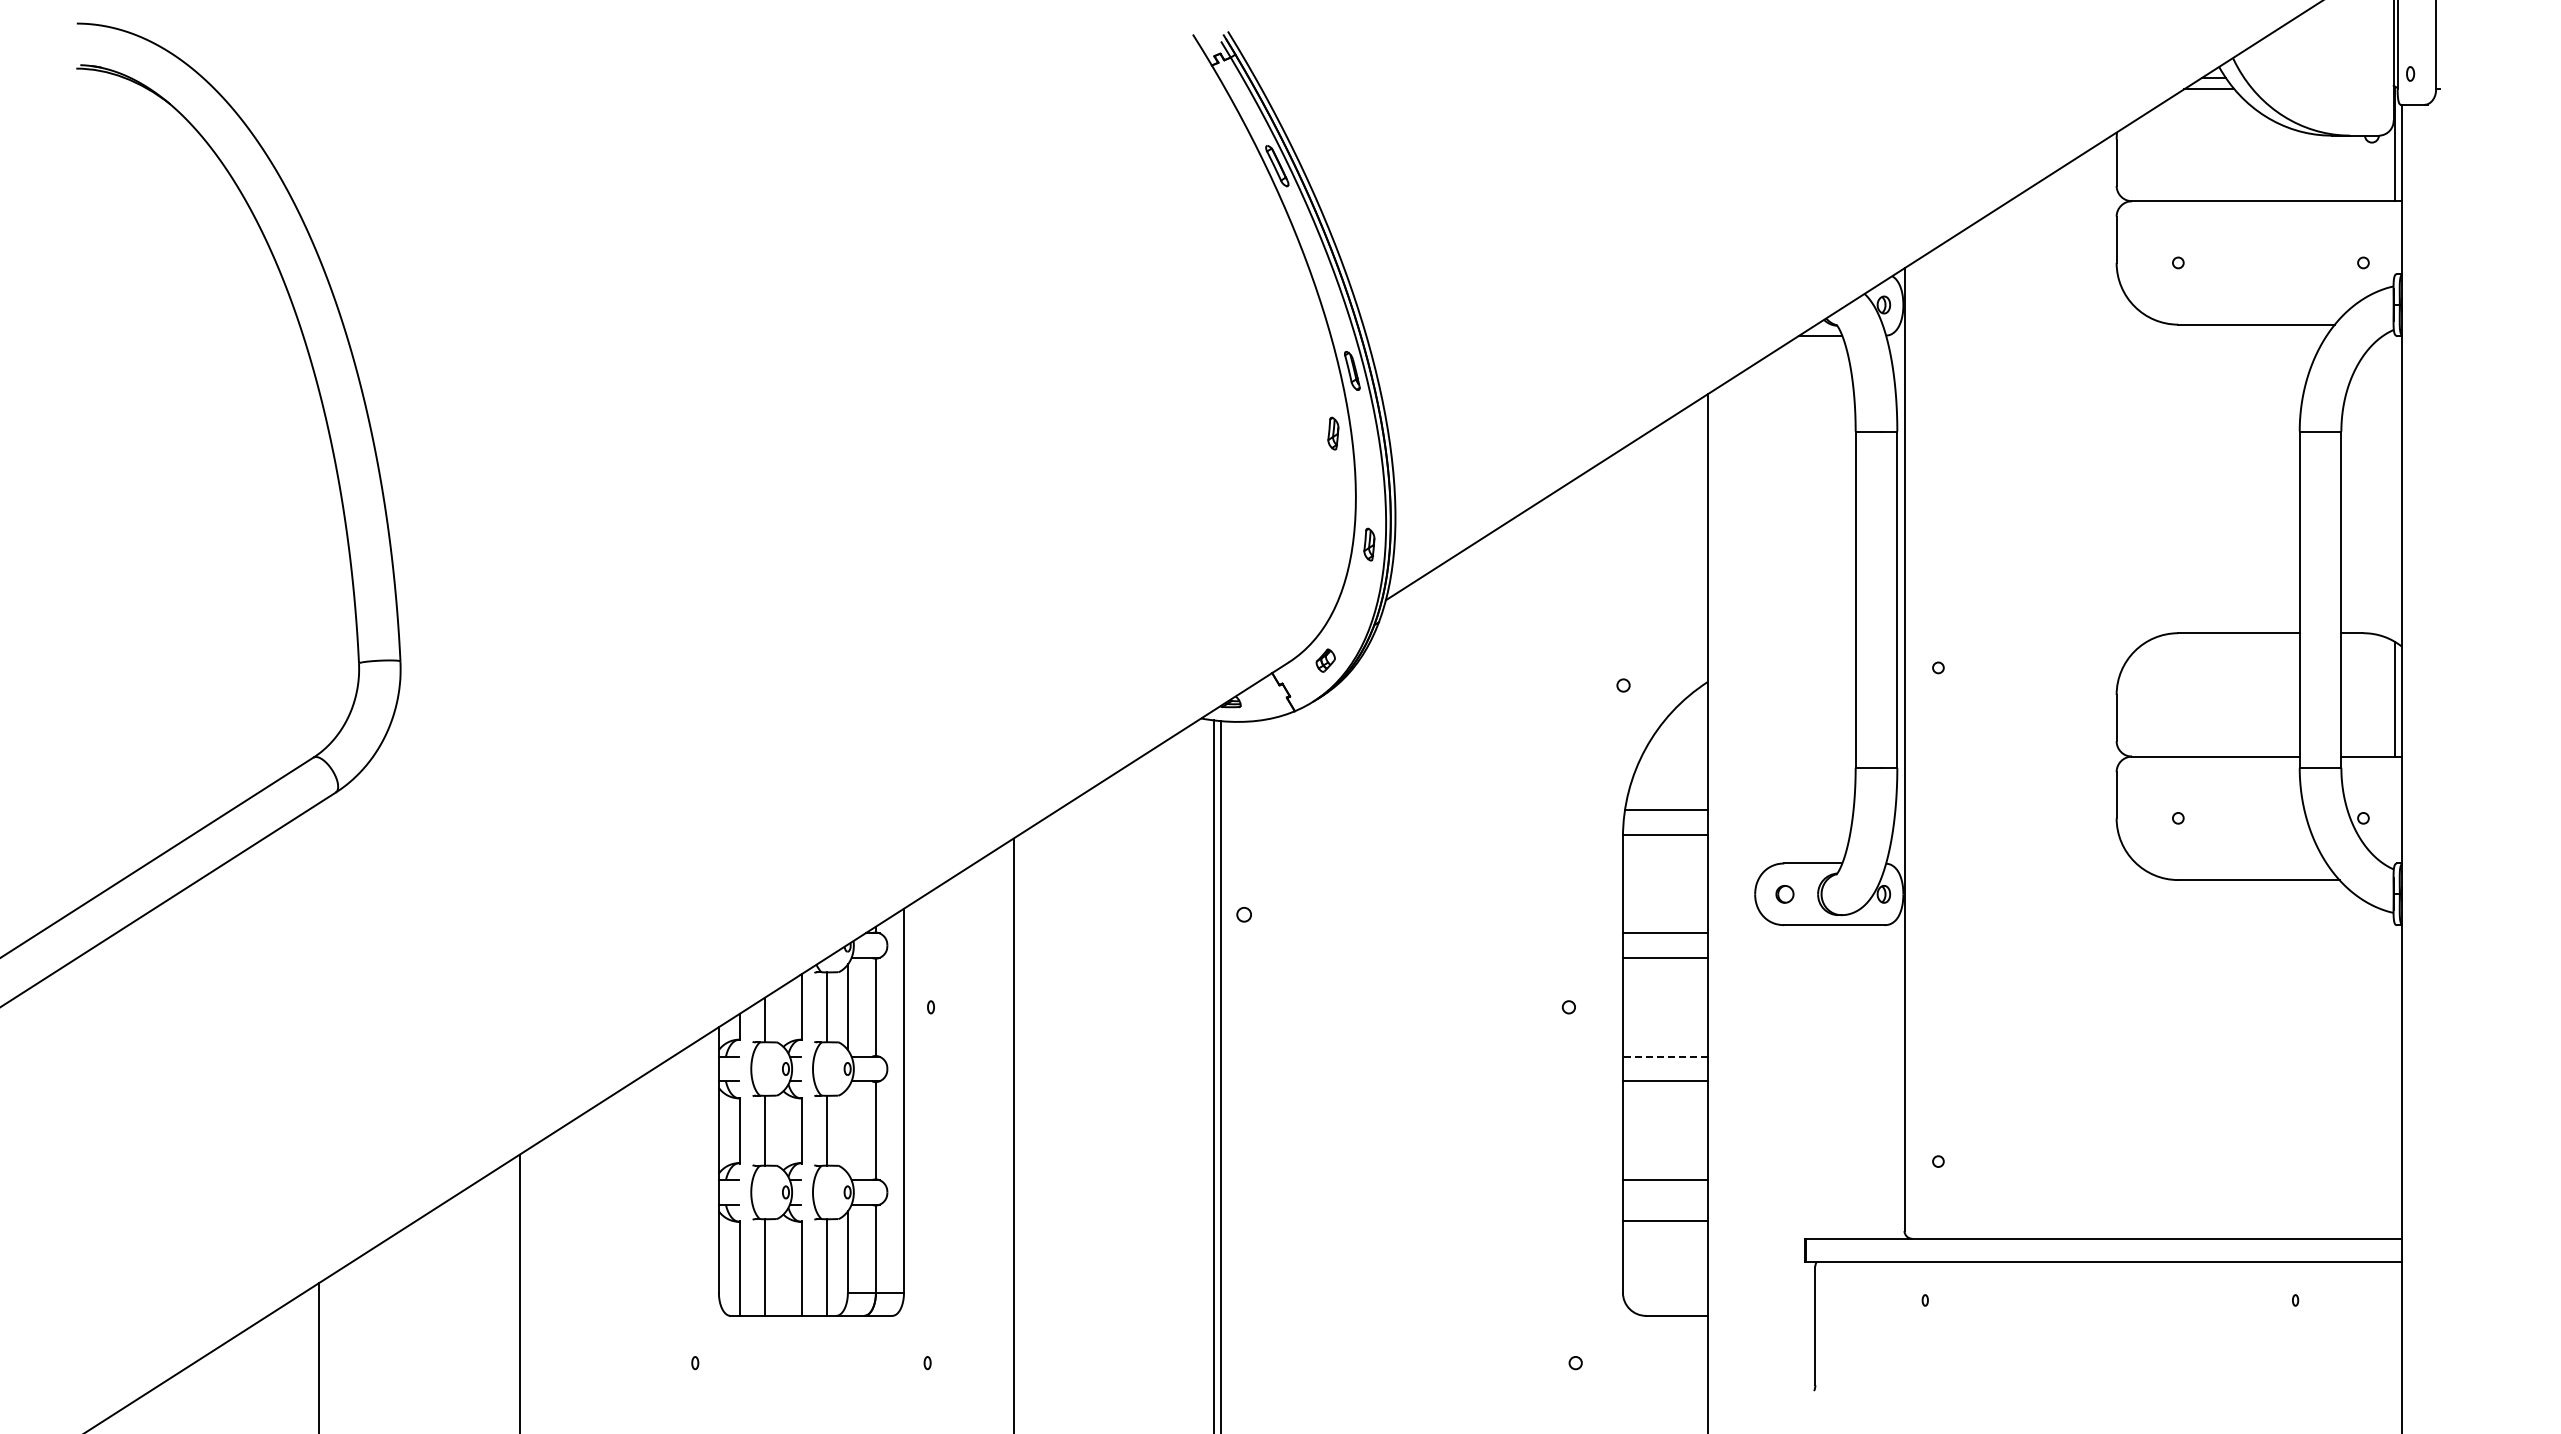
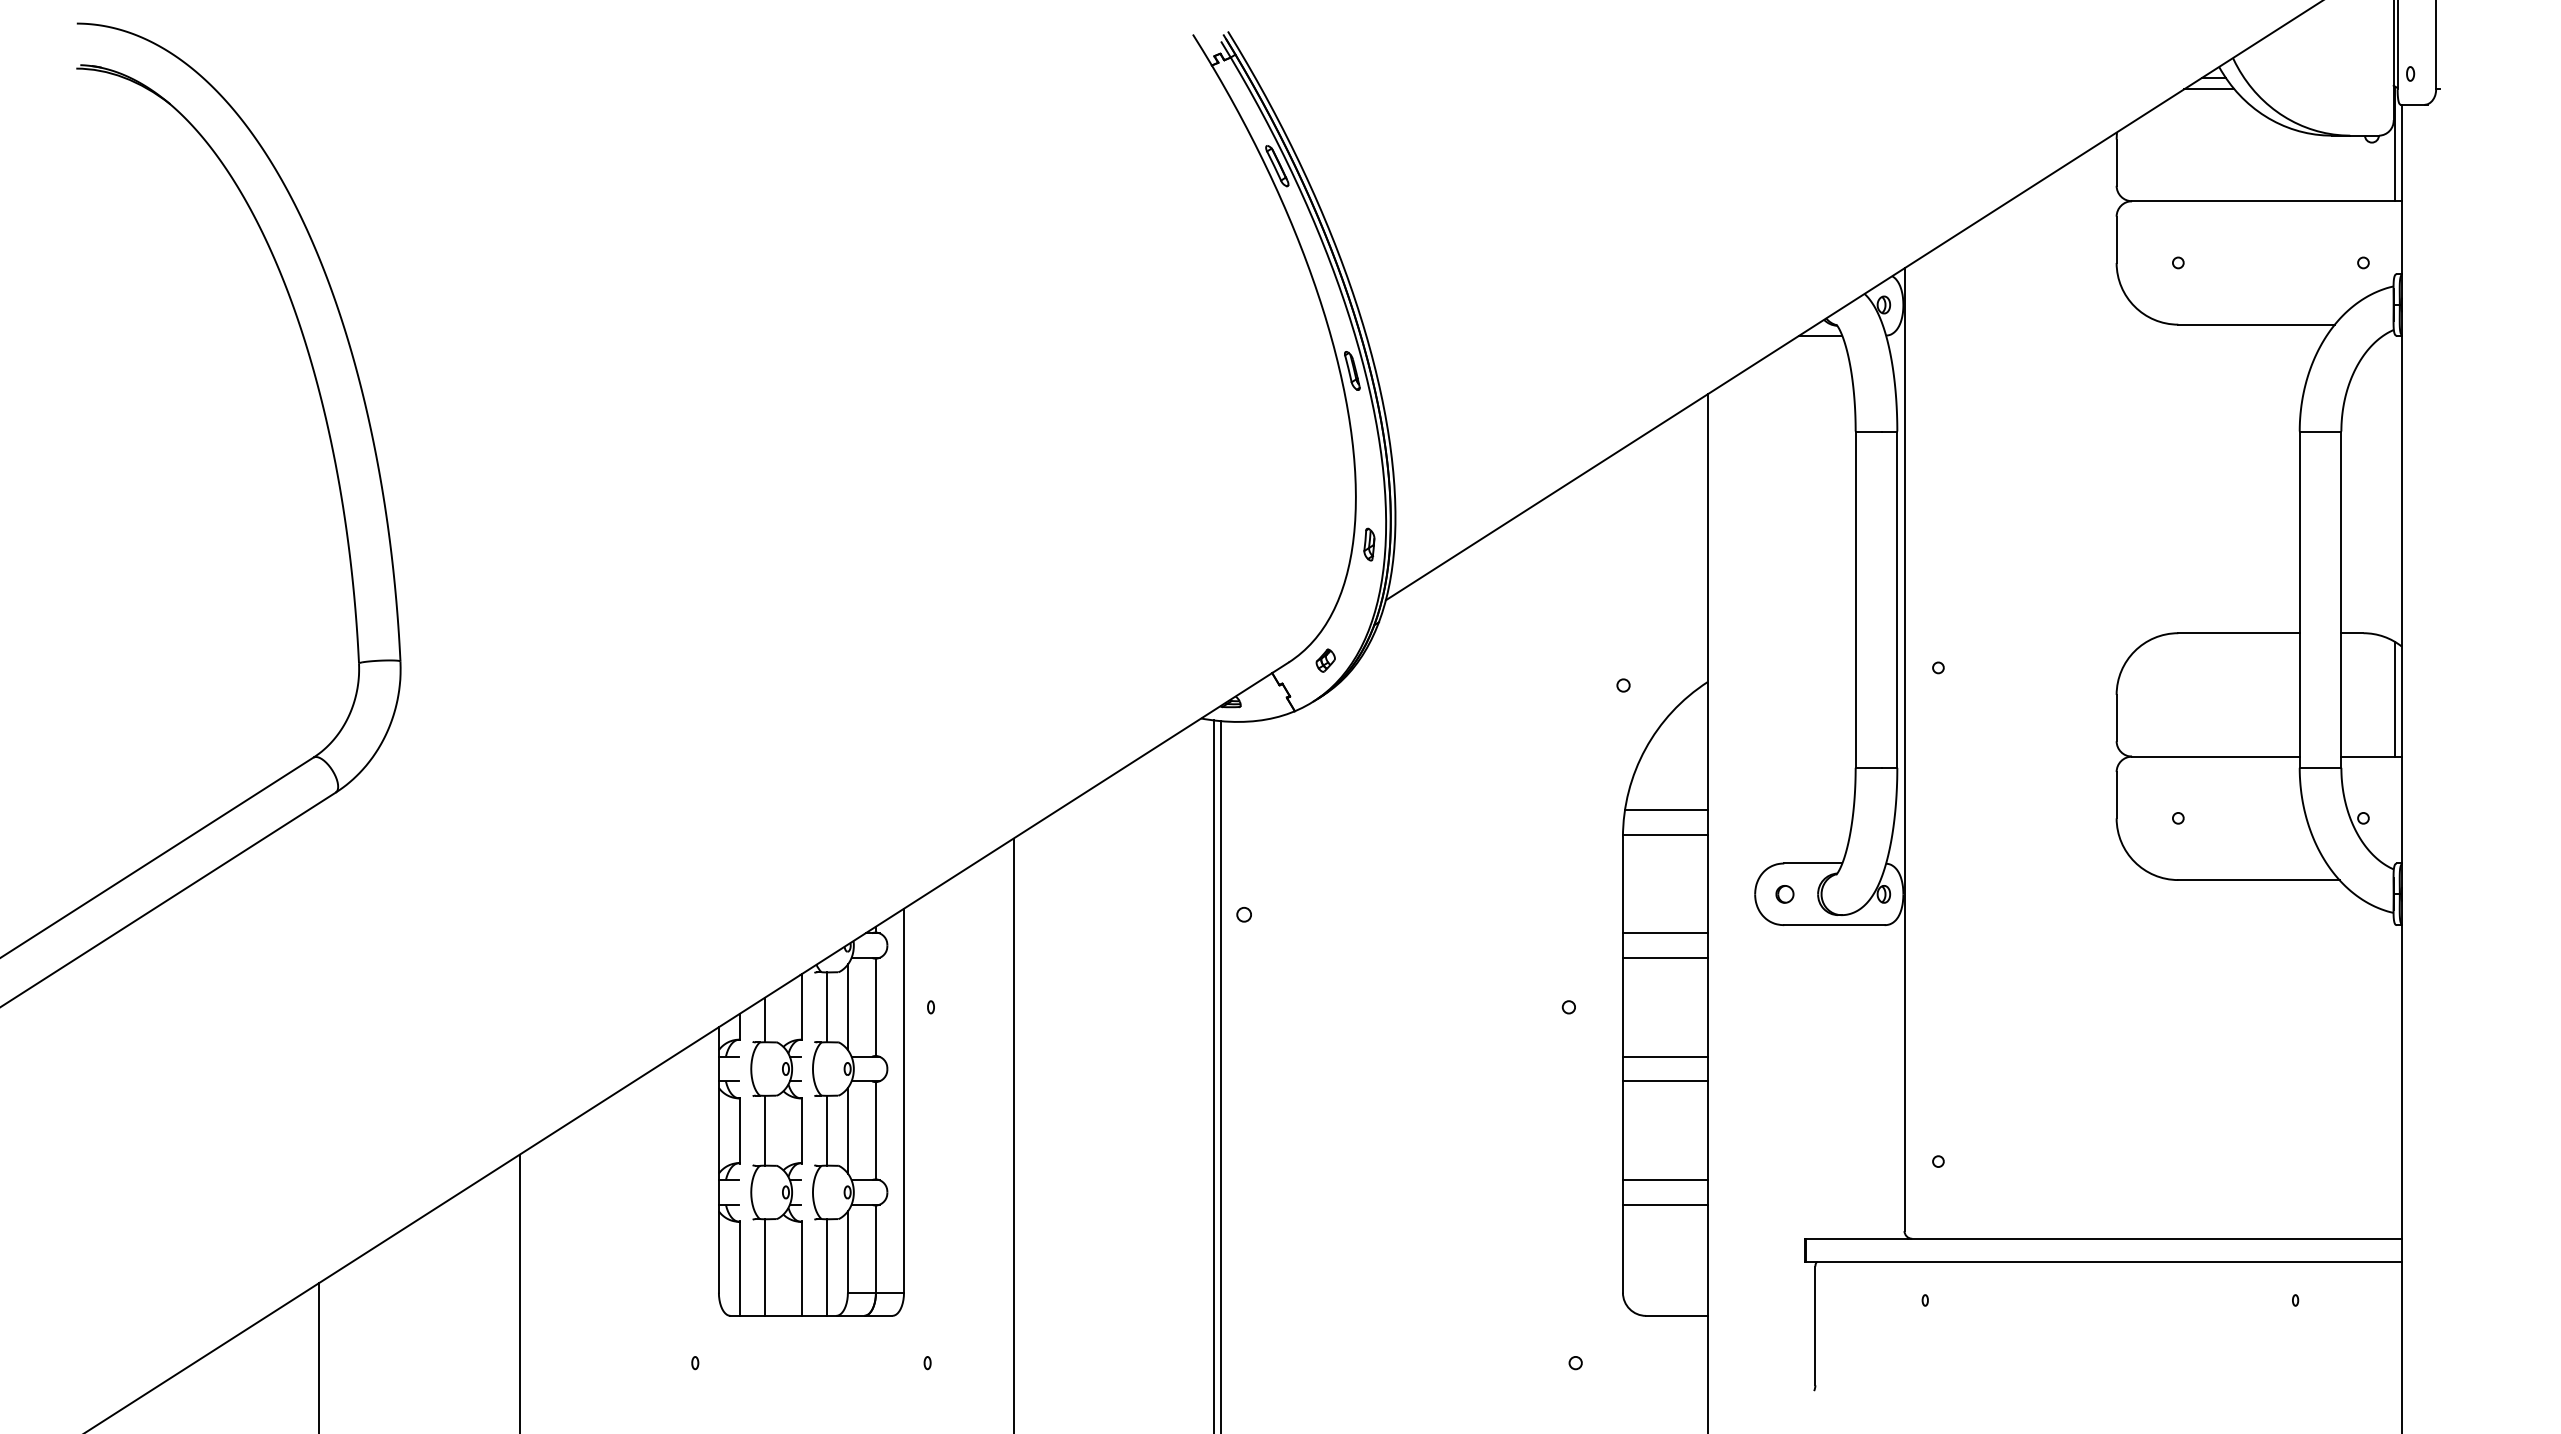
part at (1333, 433): present -> none
line at (1664, 1056): dashed -> solid
line at (847, 1130): none -> present
line at (1664, 1220) position: (1664, 1220) -> (1664, 1204)
